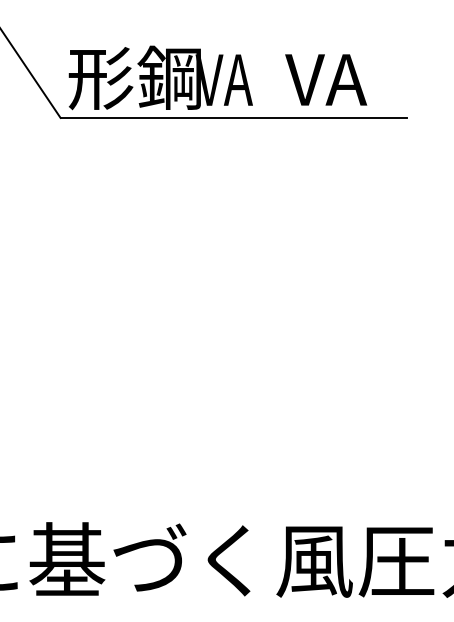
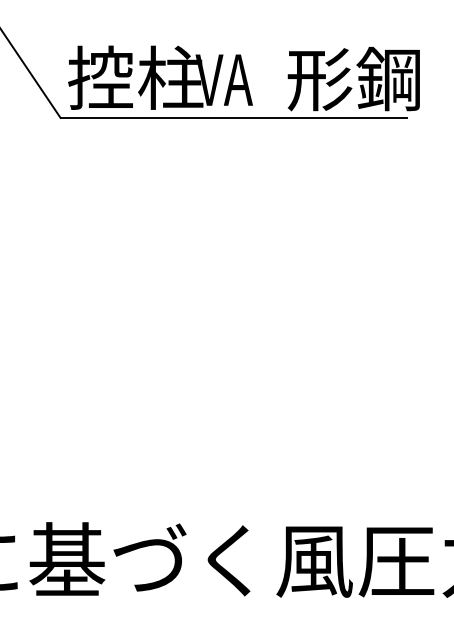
text at (135, 77): 形鋼 -> 控柱
text at (352, 78): VA -> 形鋼
